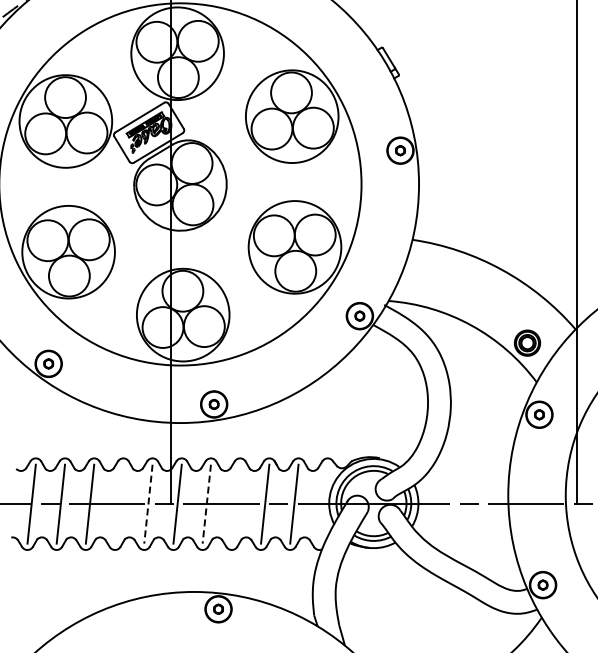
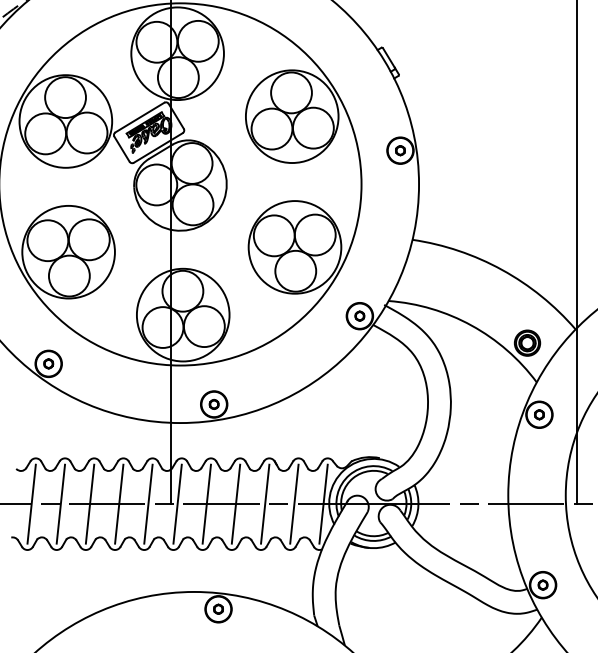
line at (119, 503): none -> present
line at (235, 503): none -> present
line at (323, 503): none -> present
line at (148, 504): dashed -> solid
line at (206, 504): dashed -> solid
